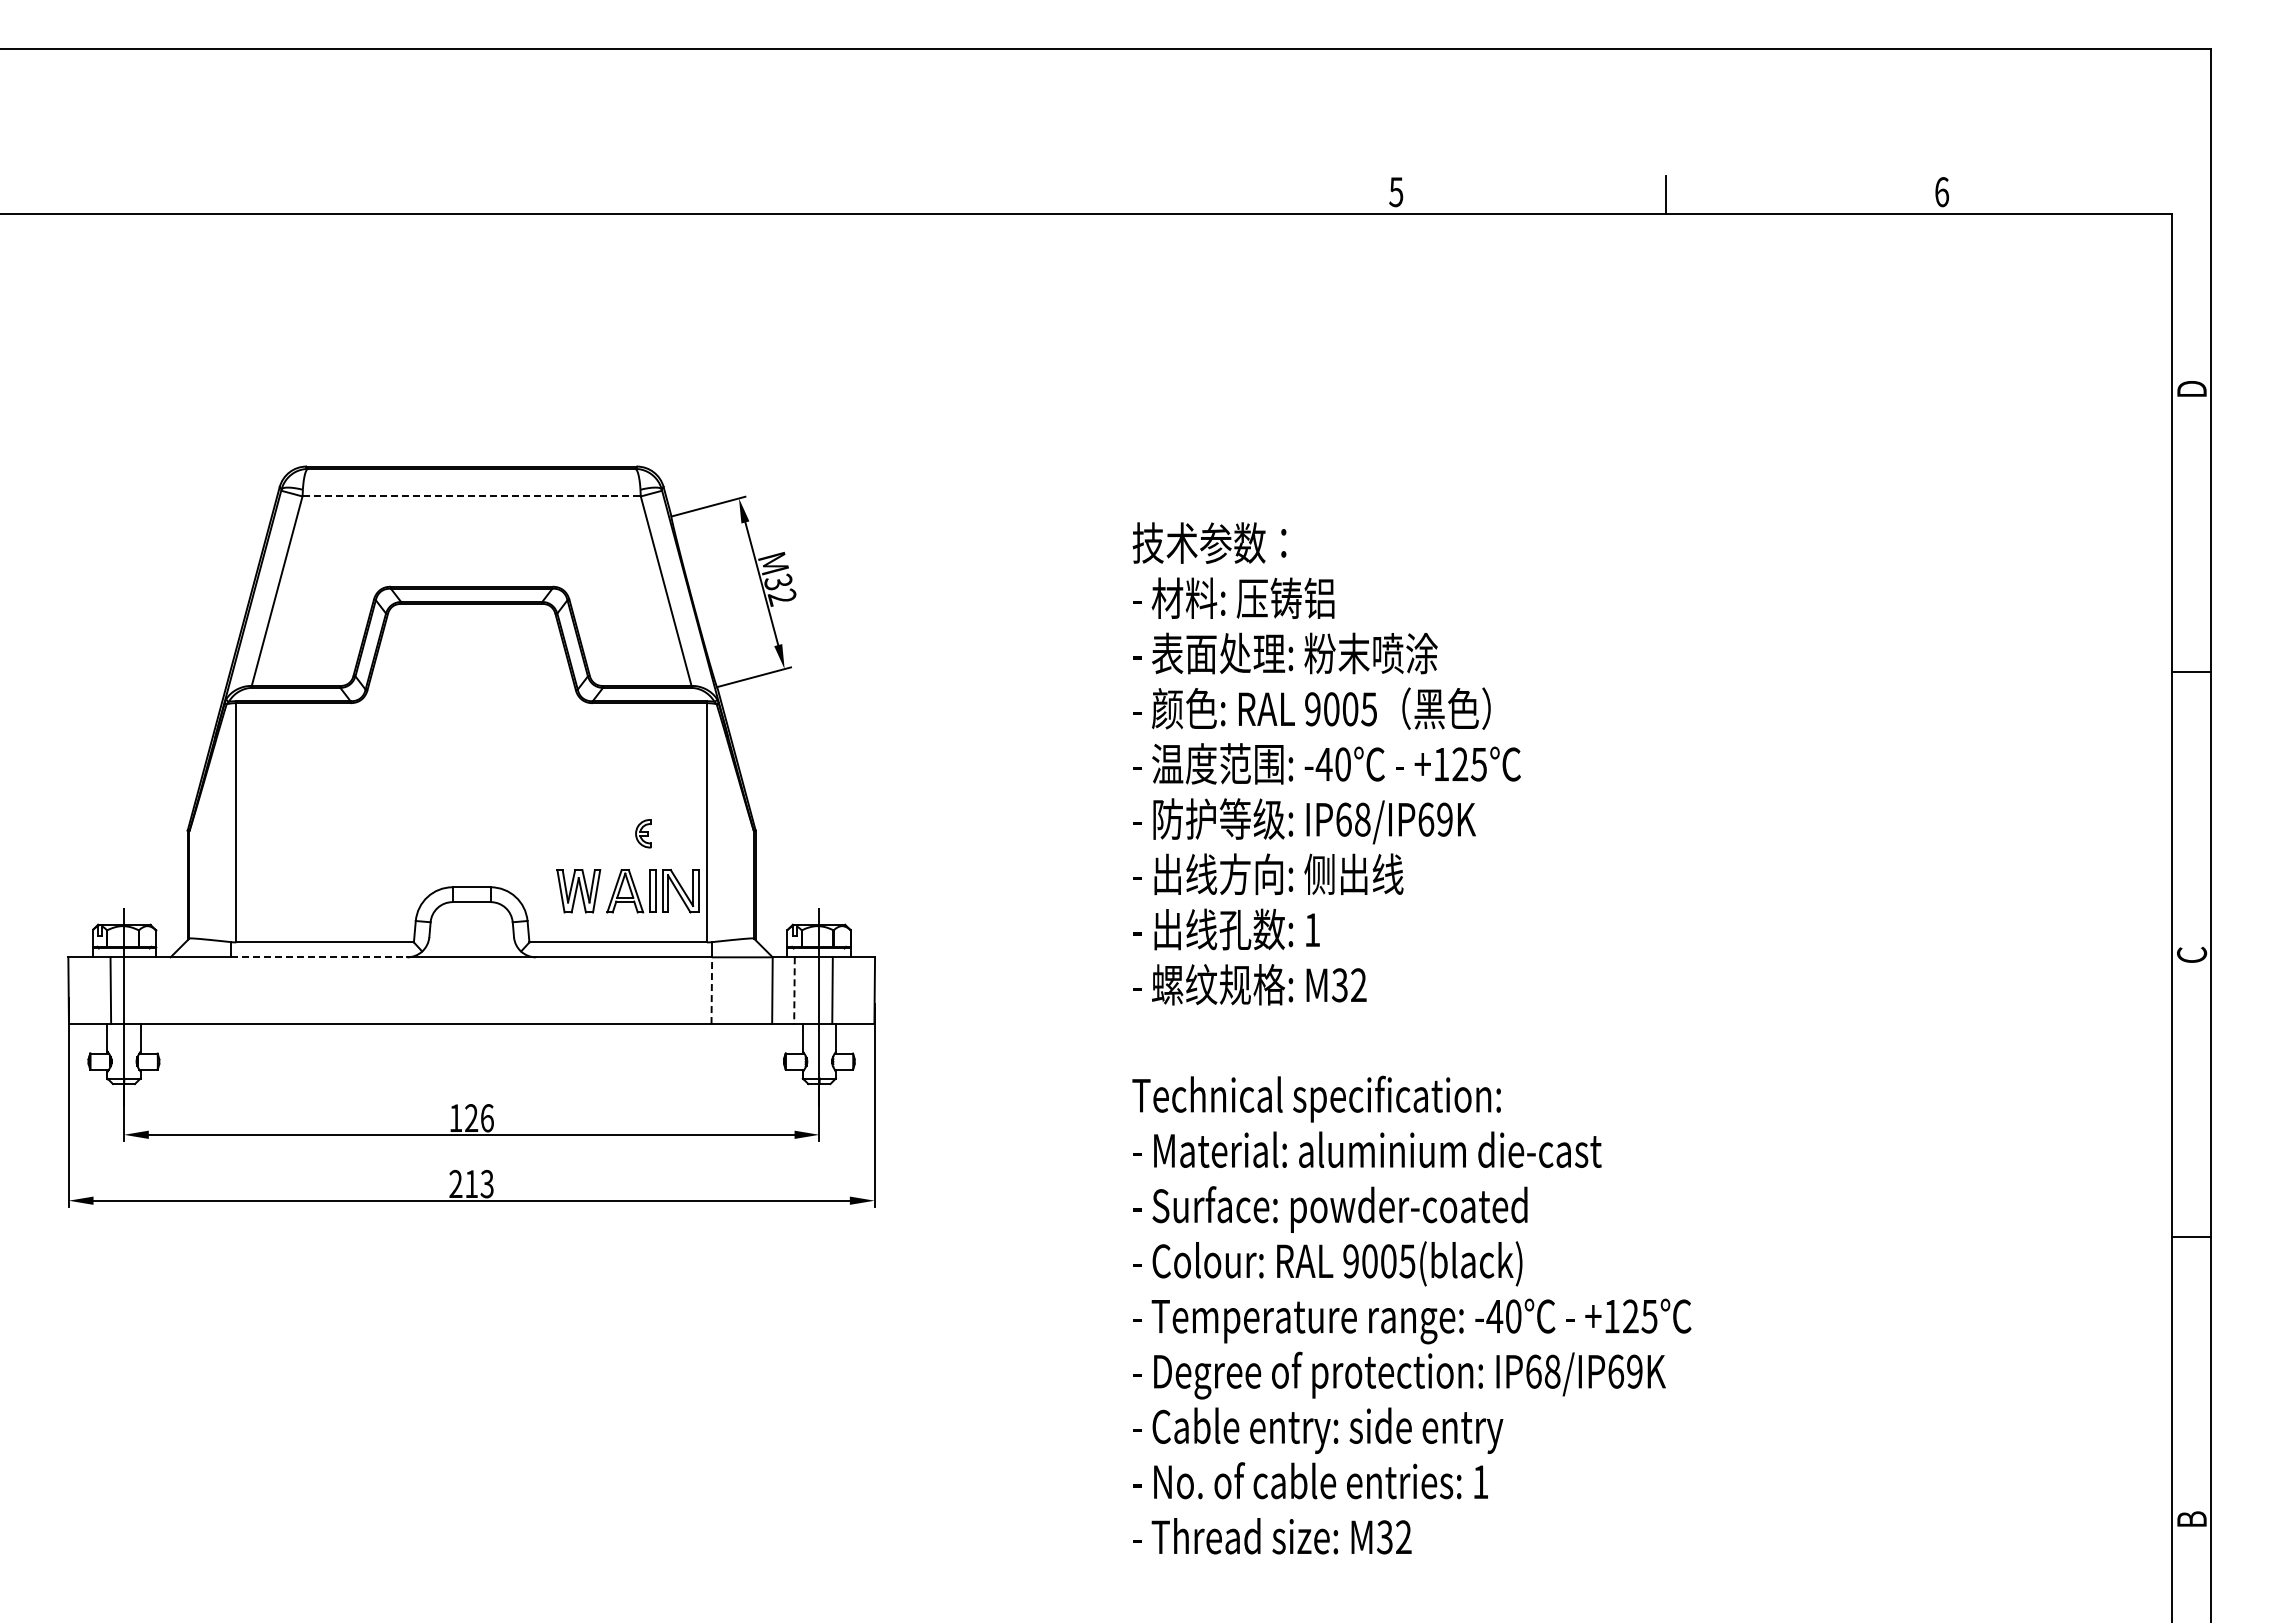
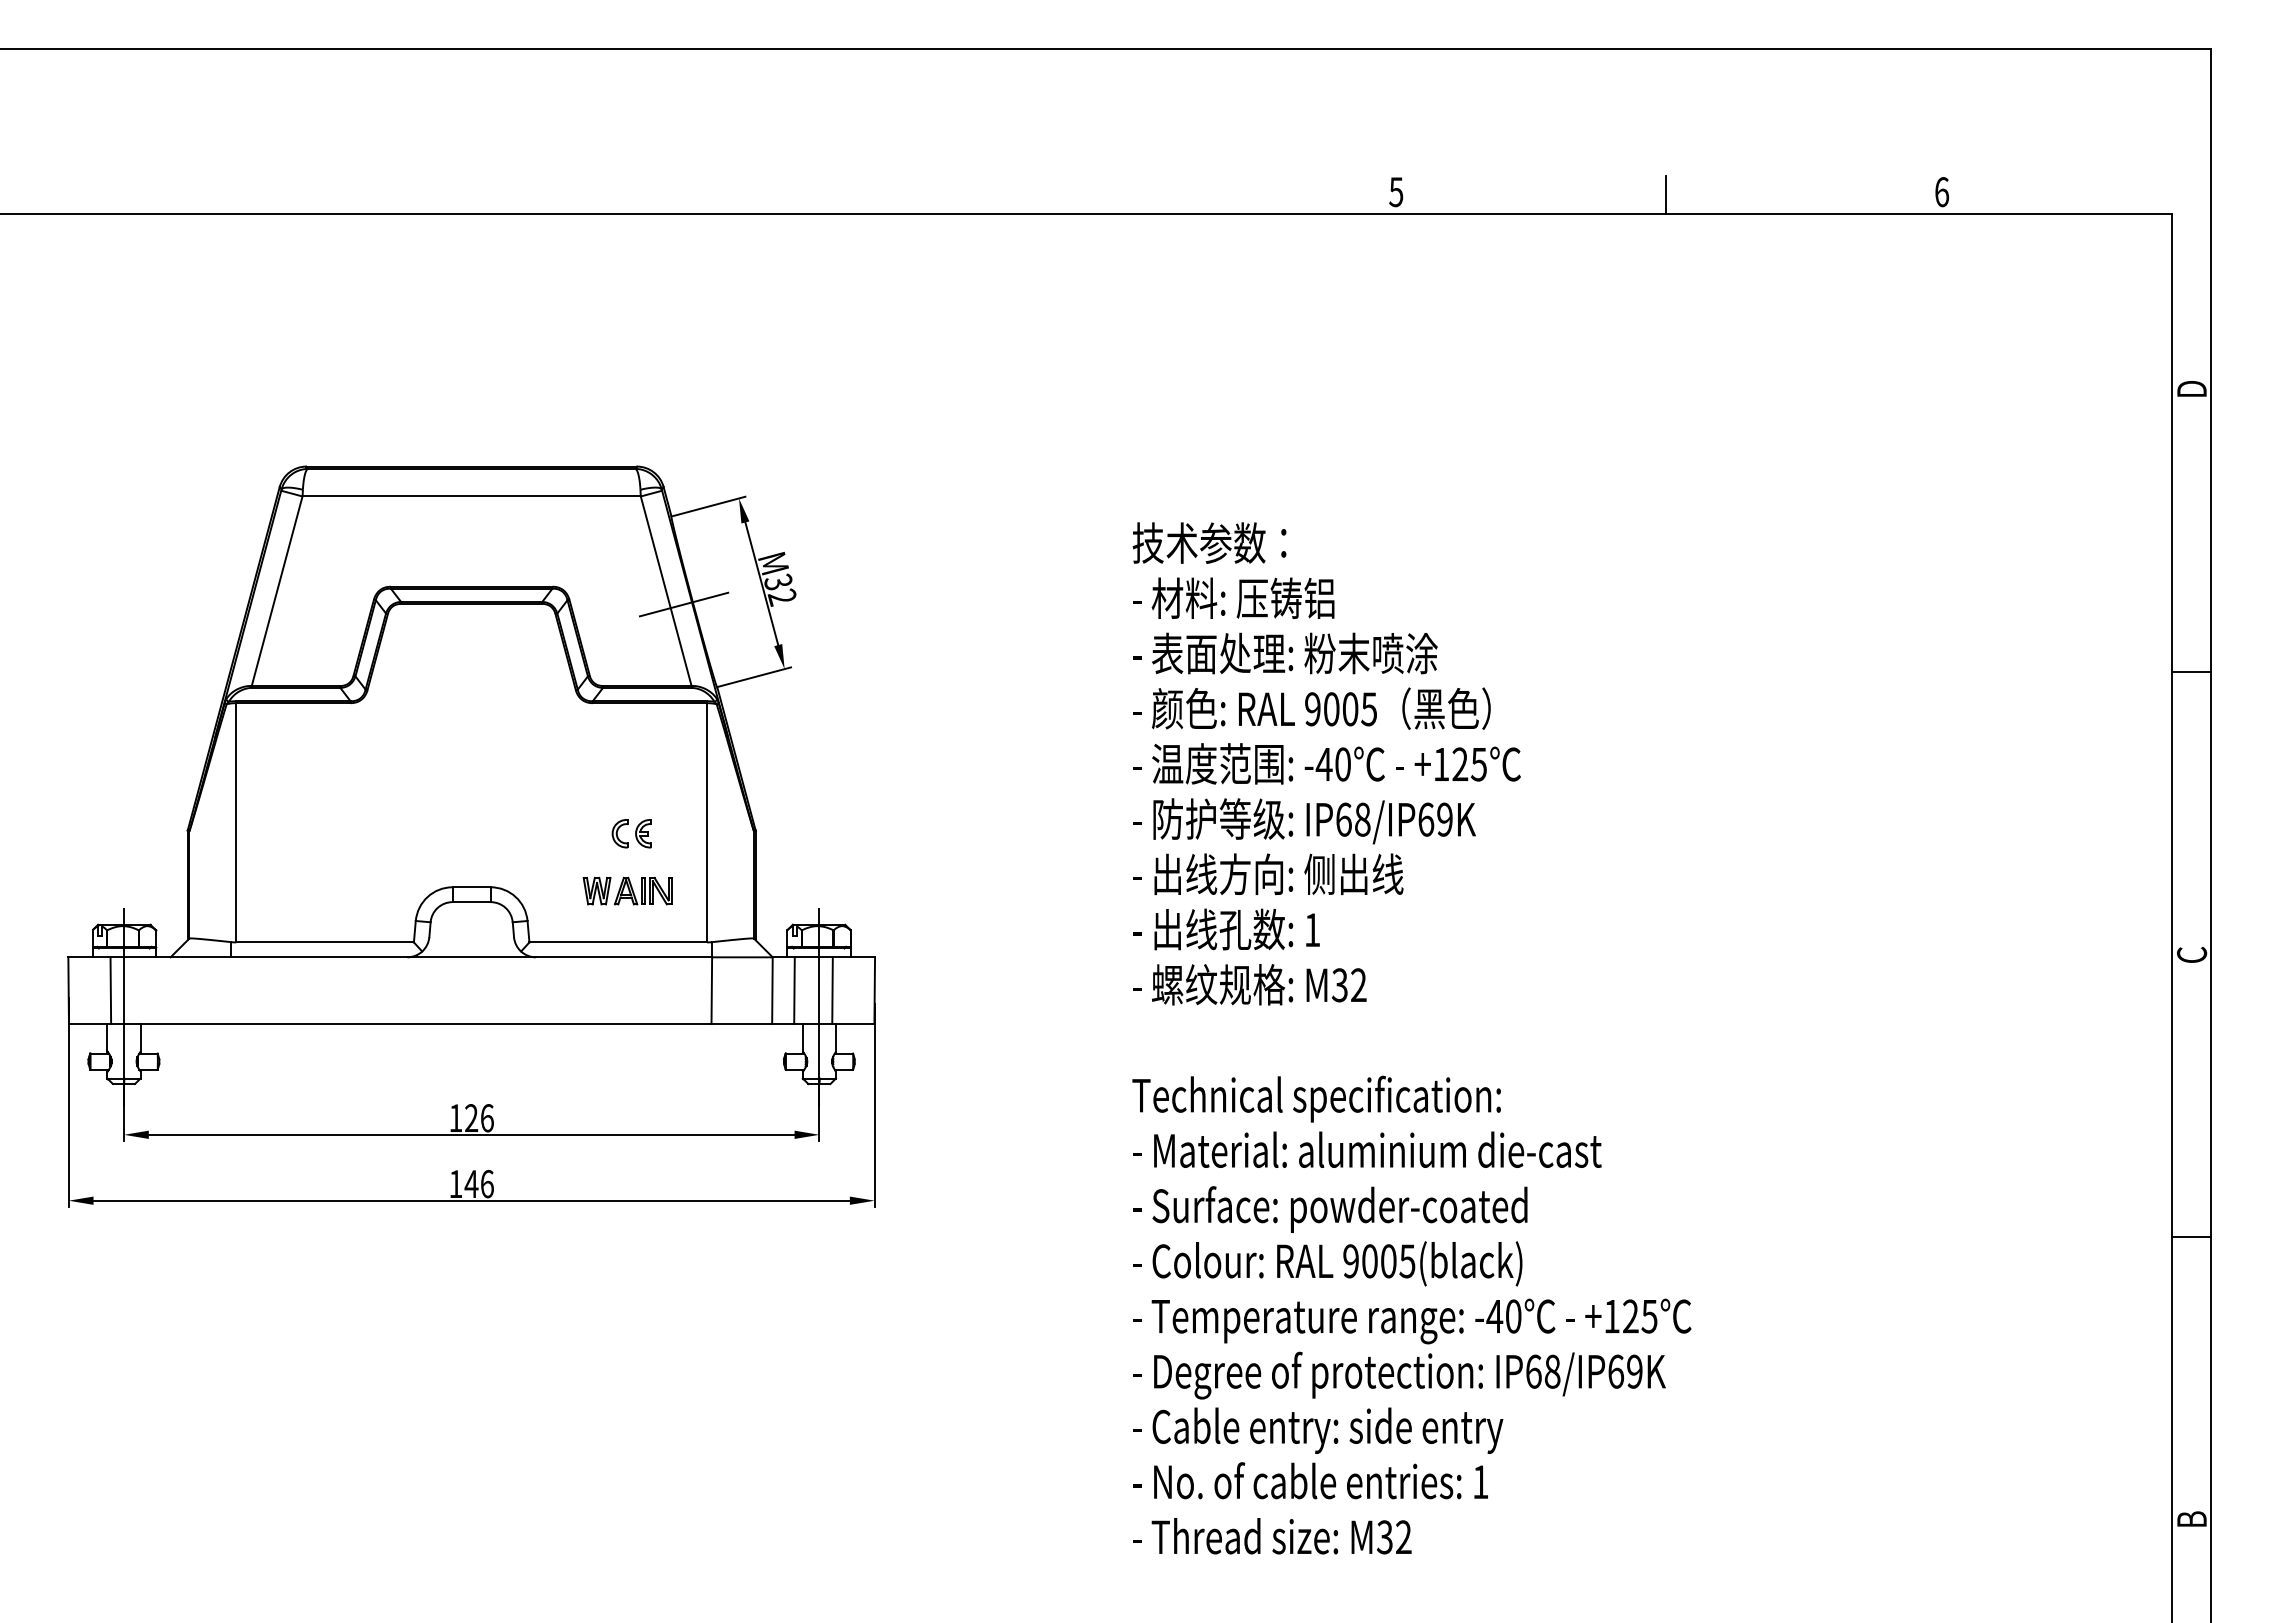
line at (472, 496): dashed -> solid
line at (683, 604): none -> present
part at (619, 833): none -> present
part at (627, 891) size: 144x45 px -> 91x30 px
line at (319, 957): dashed -> solid
line at (711, 990): dashed -> solid
line at (794, 991): dashed -> solid
text at (471, 1183): 213 -> 146
